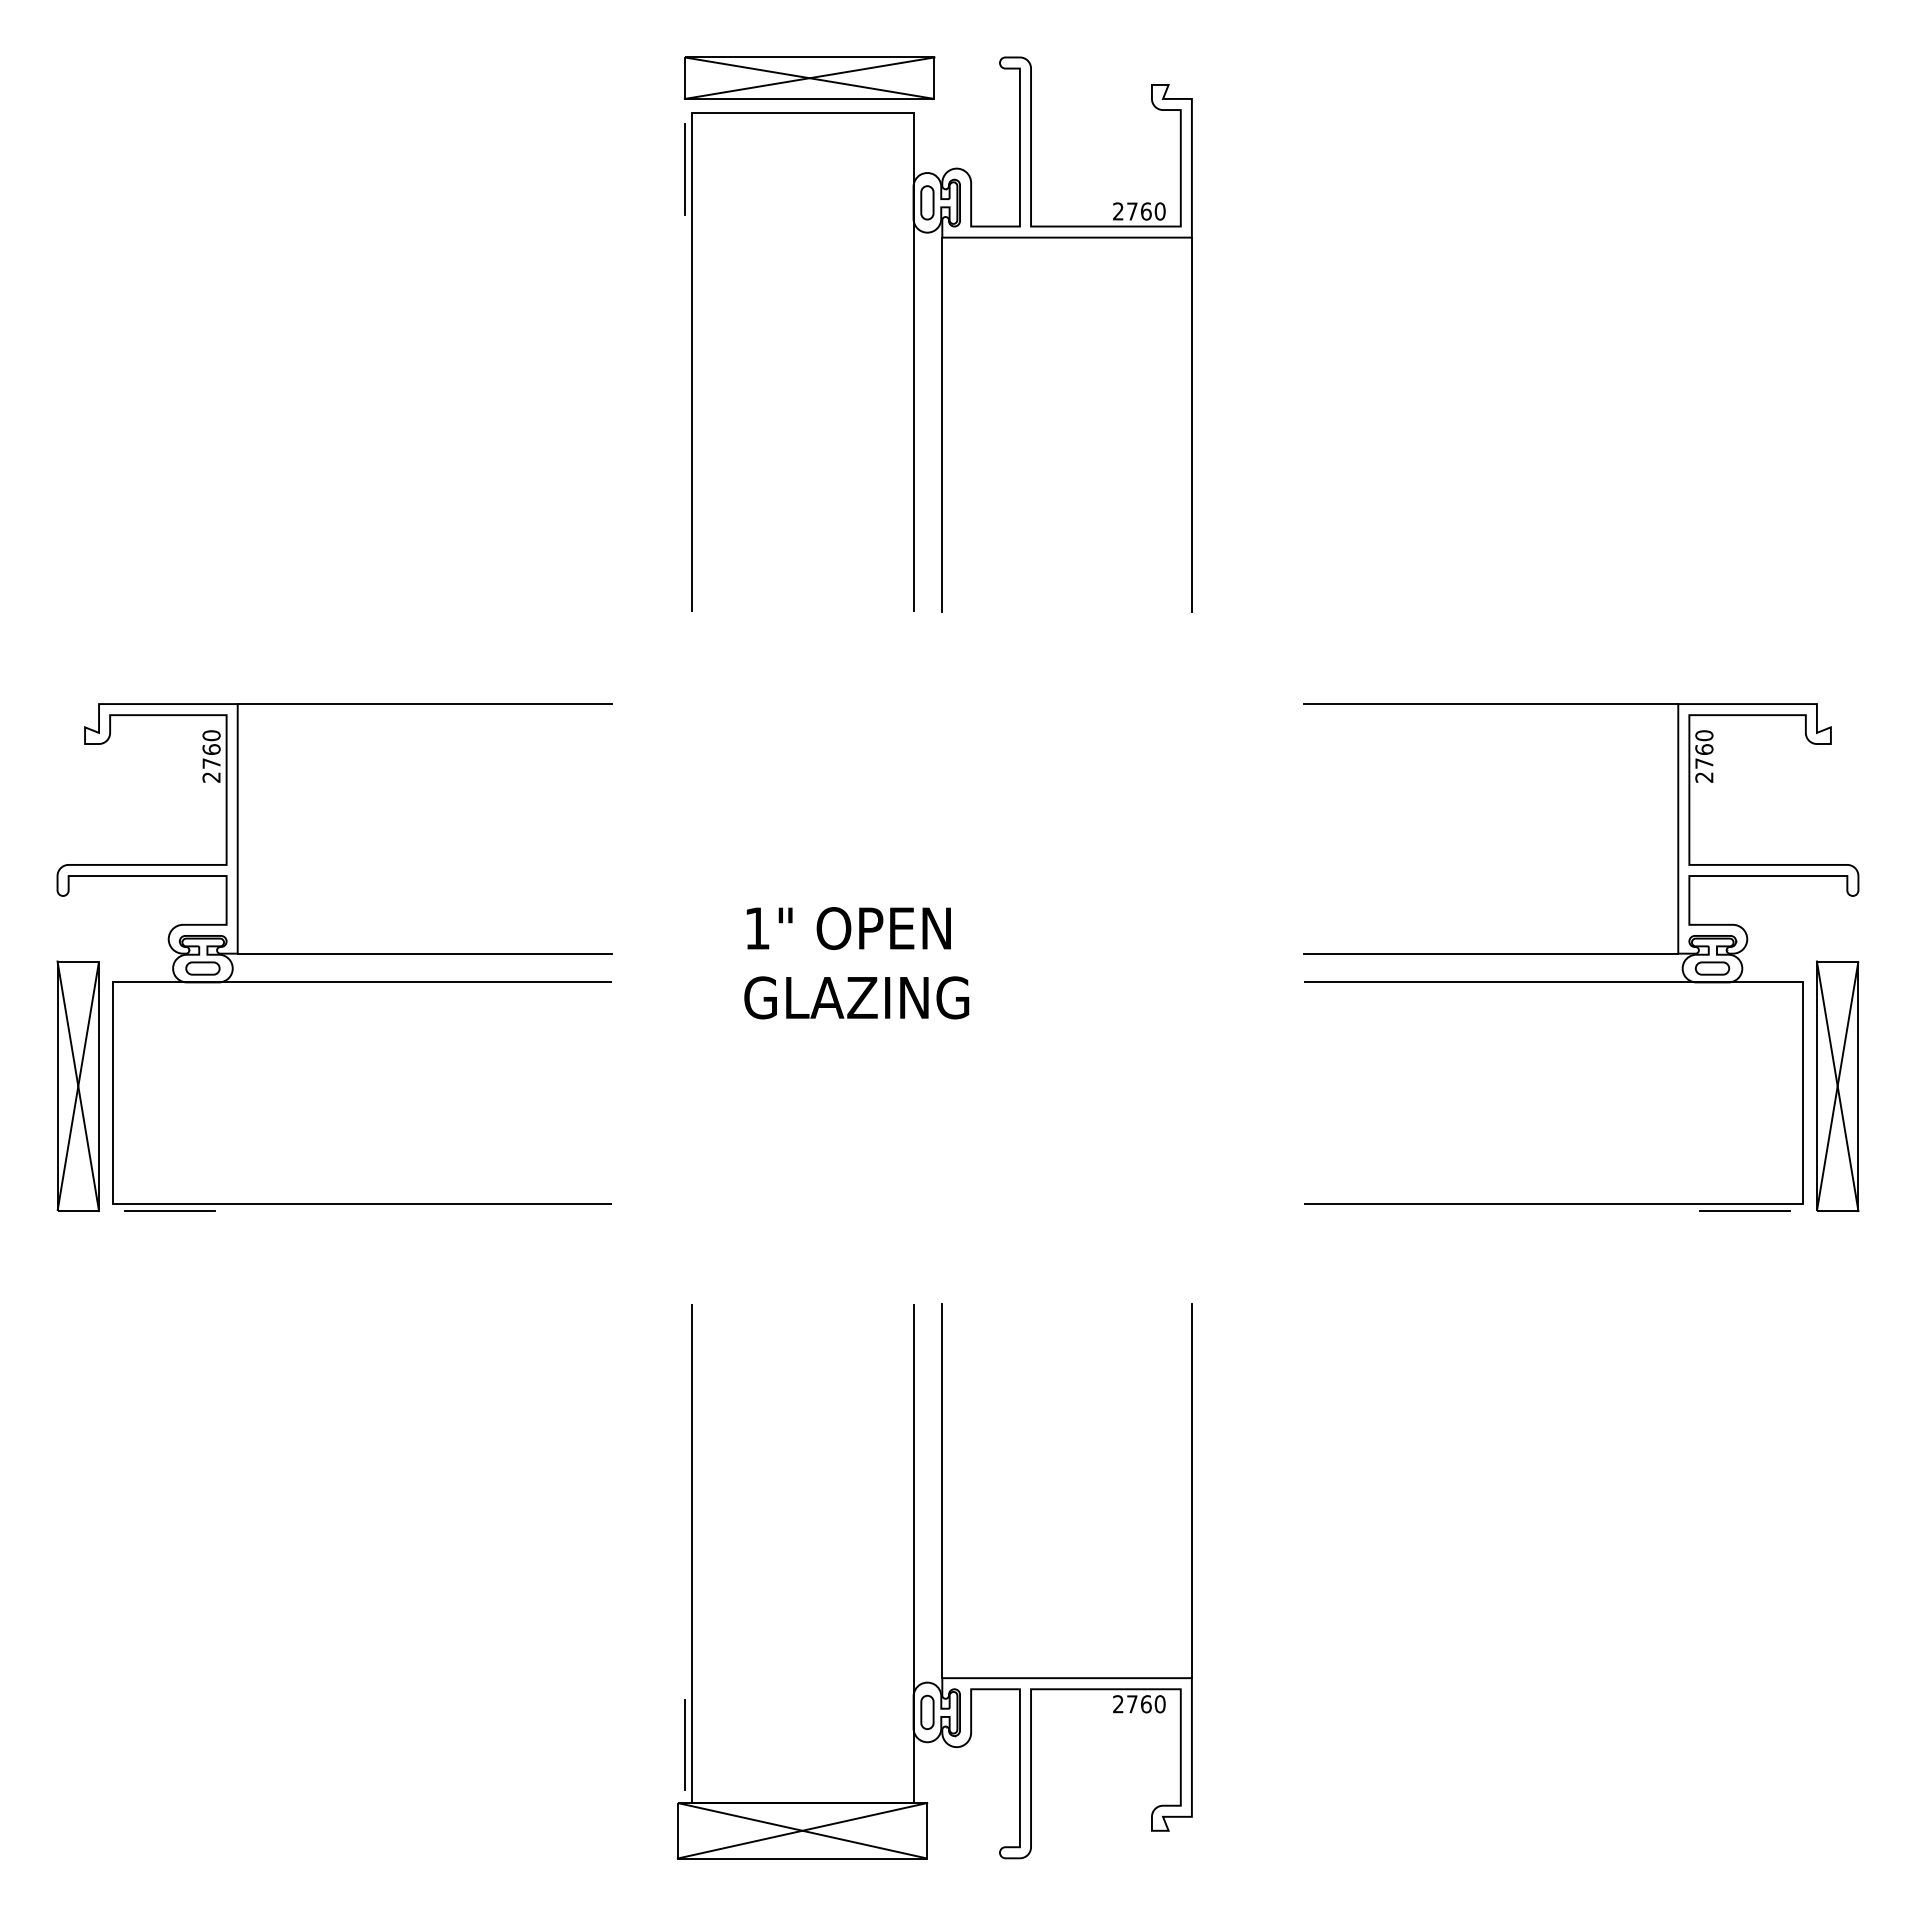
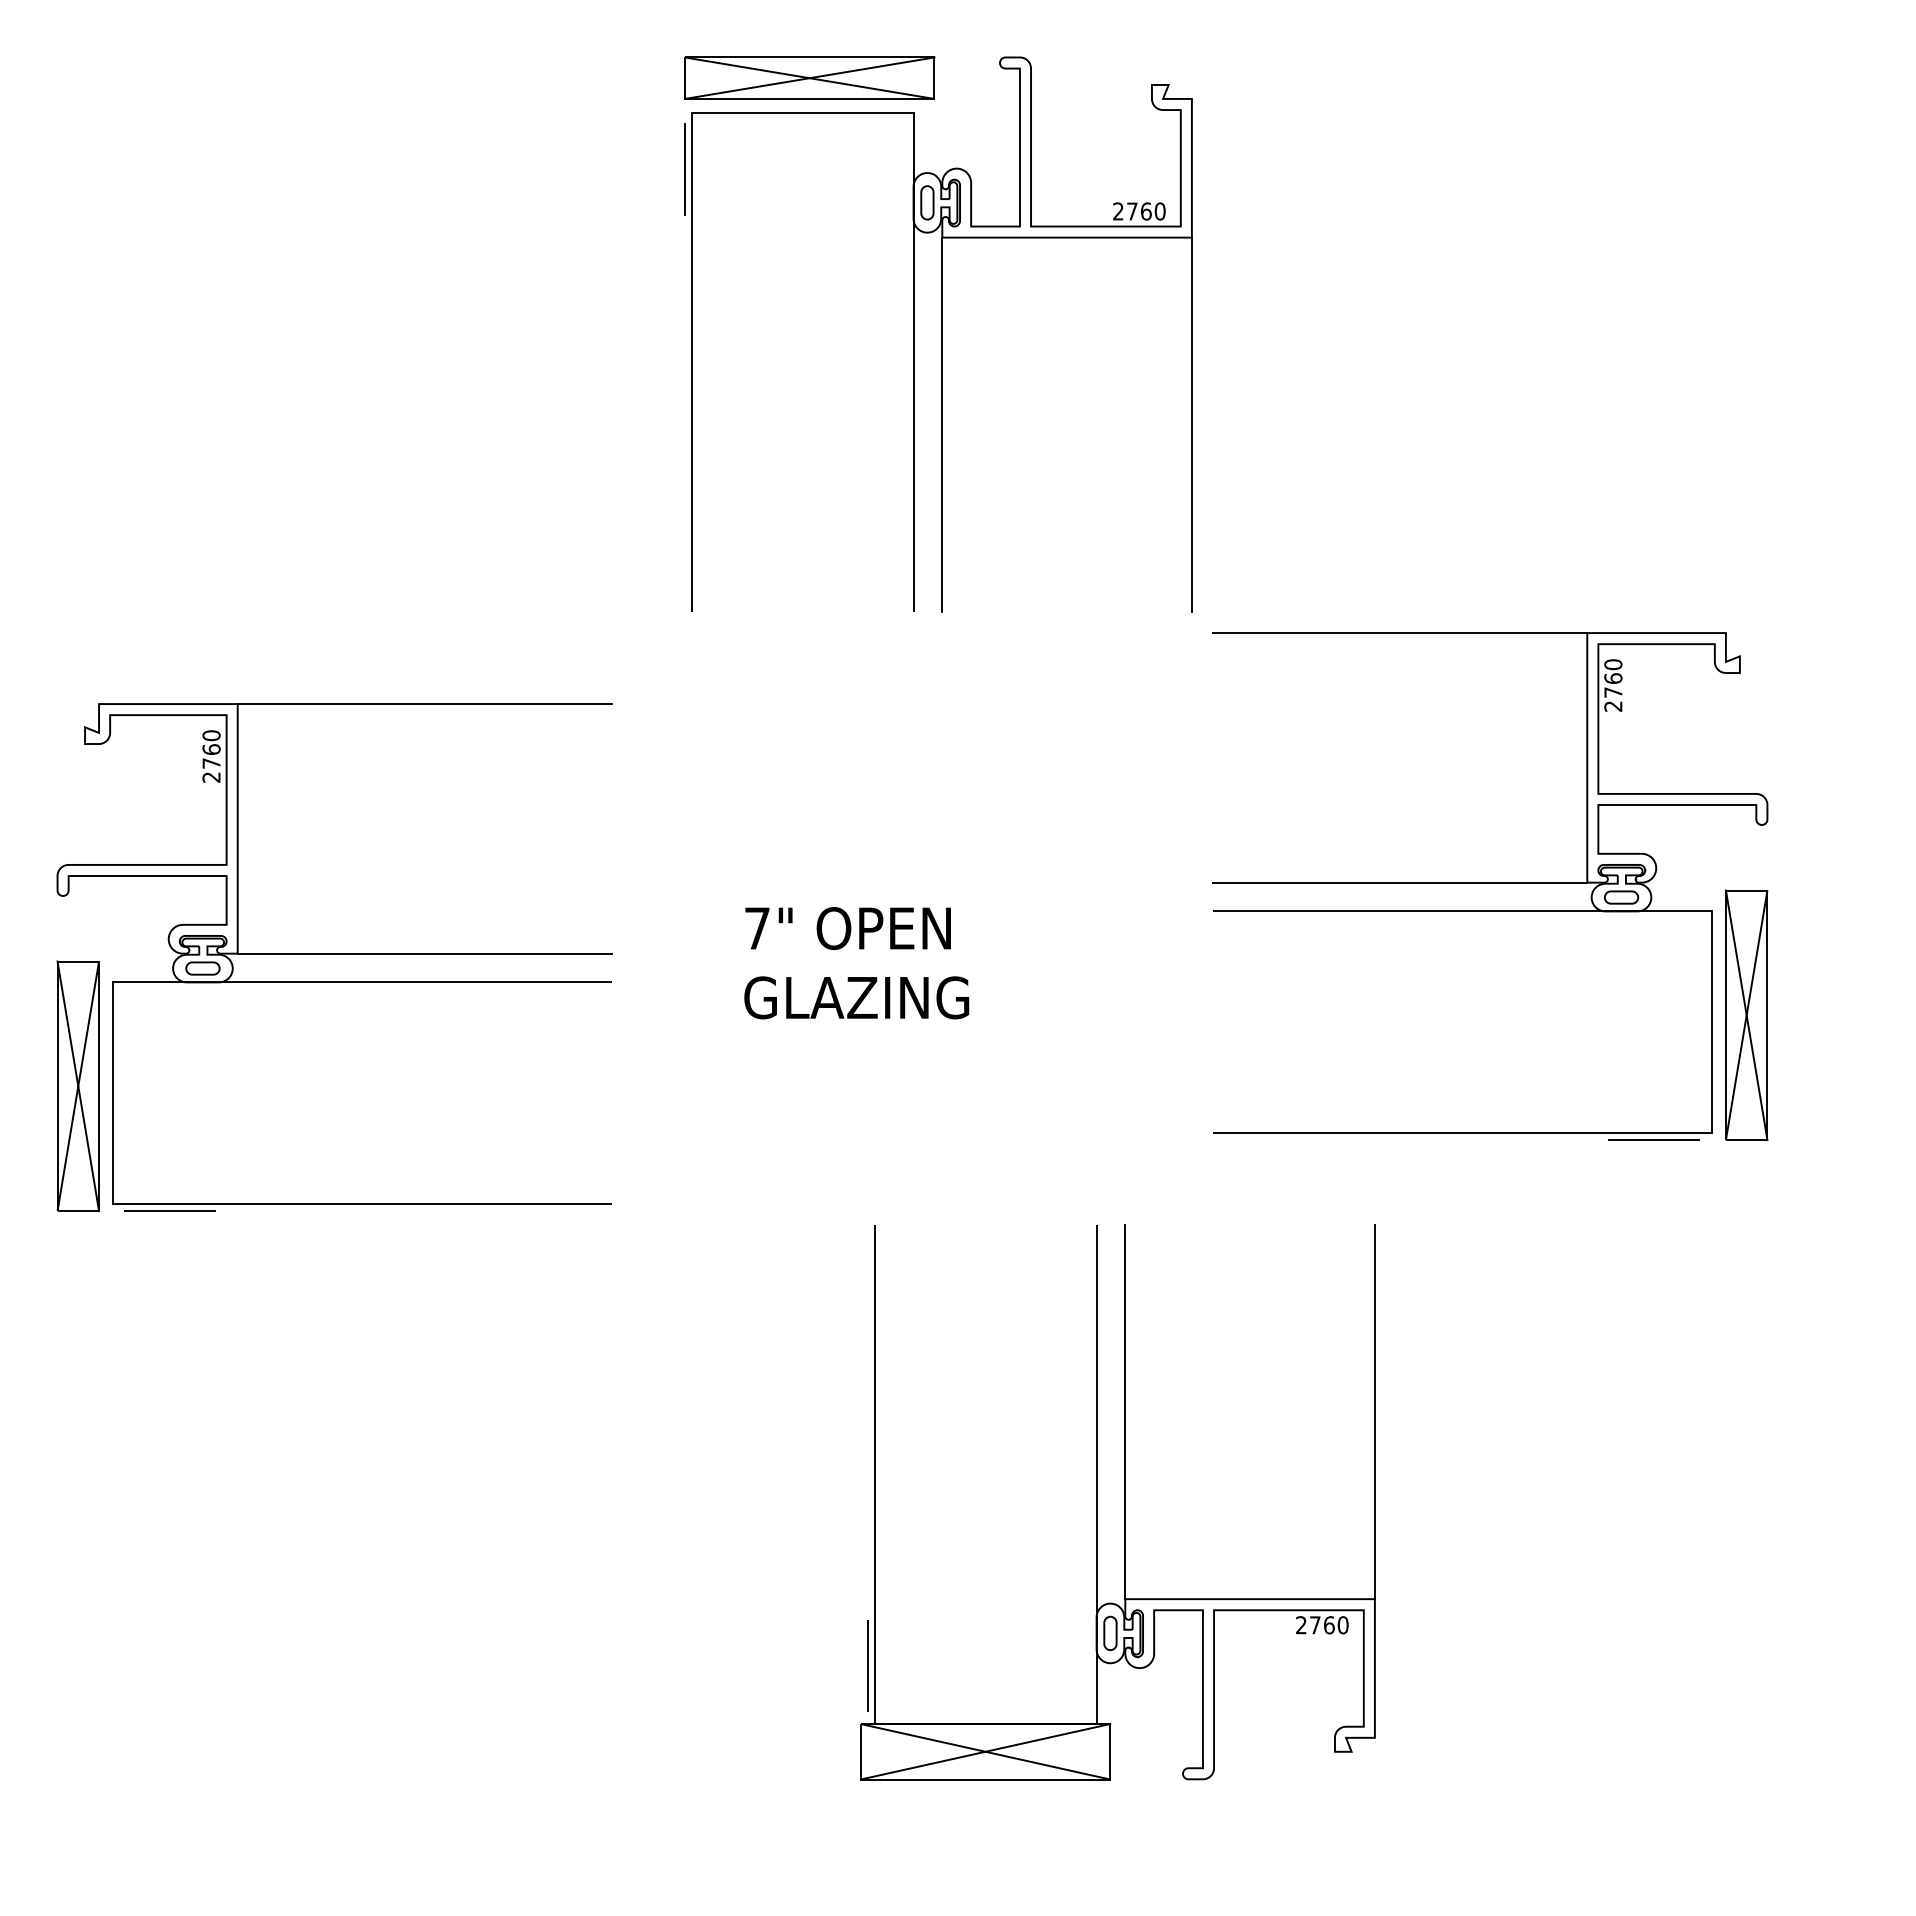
text at (757, 928): 1" -> 7"
part at (1581, 957) position: (1581, 957) -> (1490, 886)
part at (941, 1581) position: (941, 1581) -> (1124, 1502)
